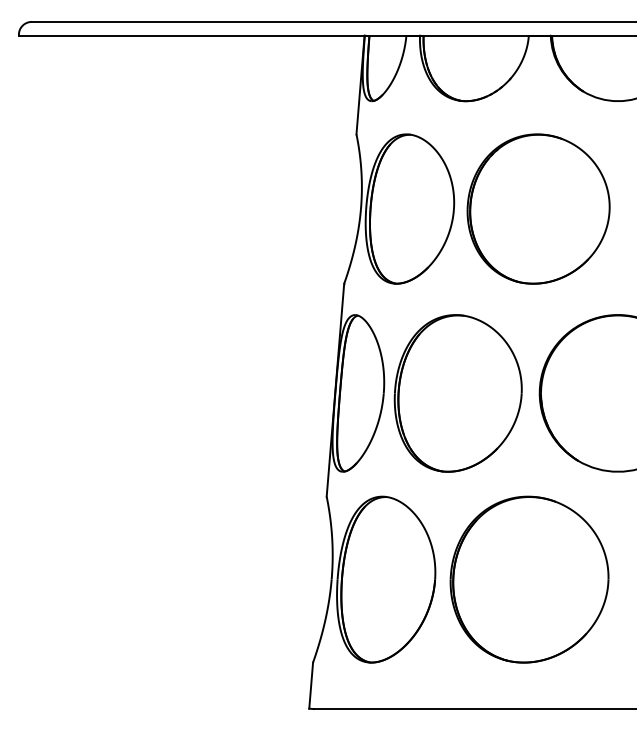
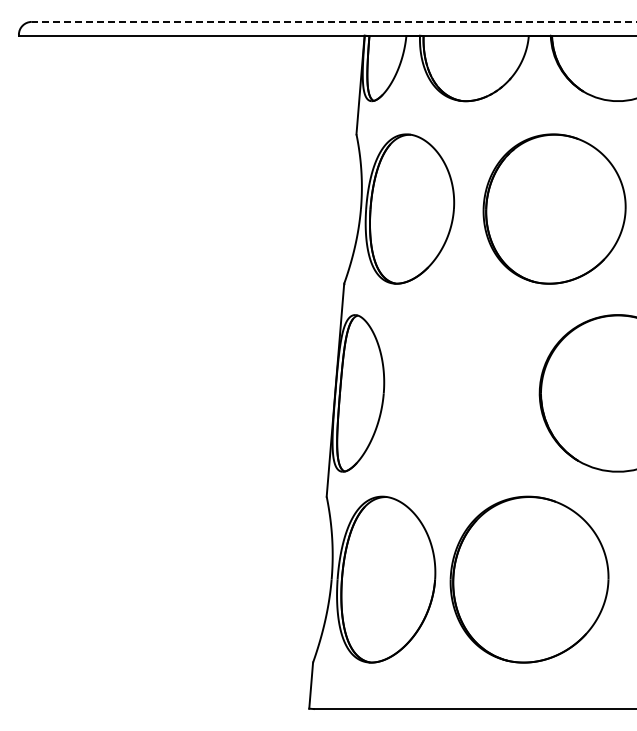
line at (333, 21): solid -> dashed
part at (538, 208) position: (538, 208) -> (554, 208)
part at (457, 393): present -> none
